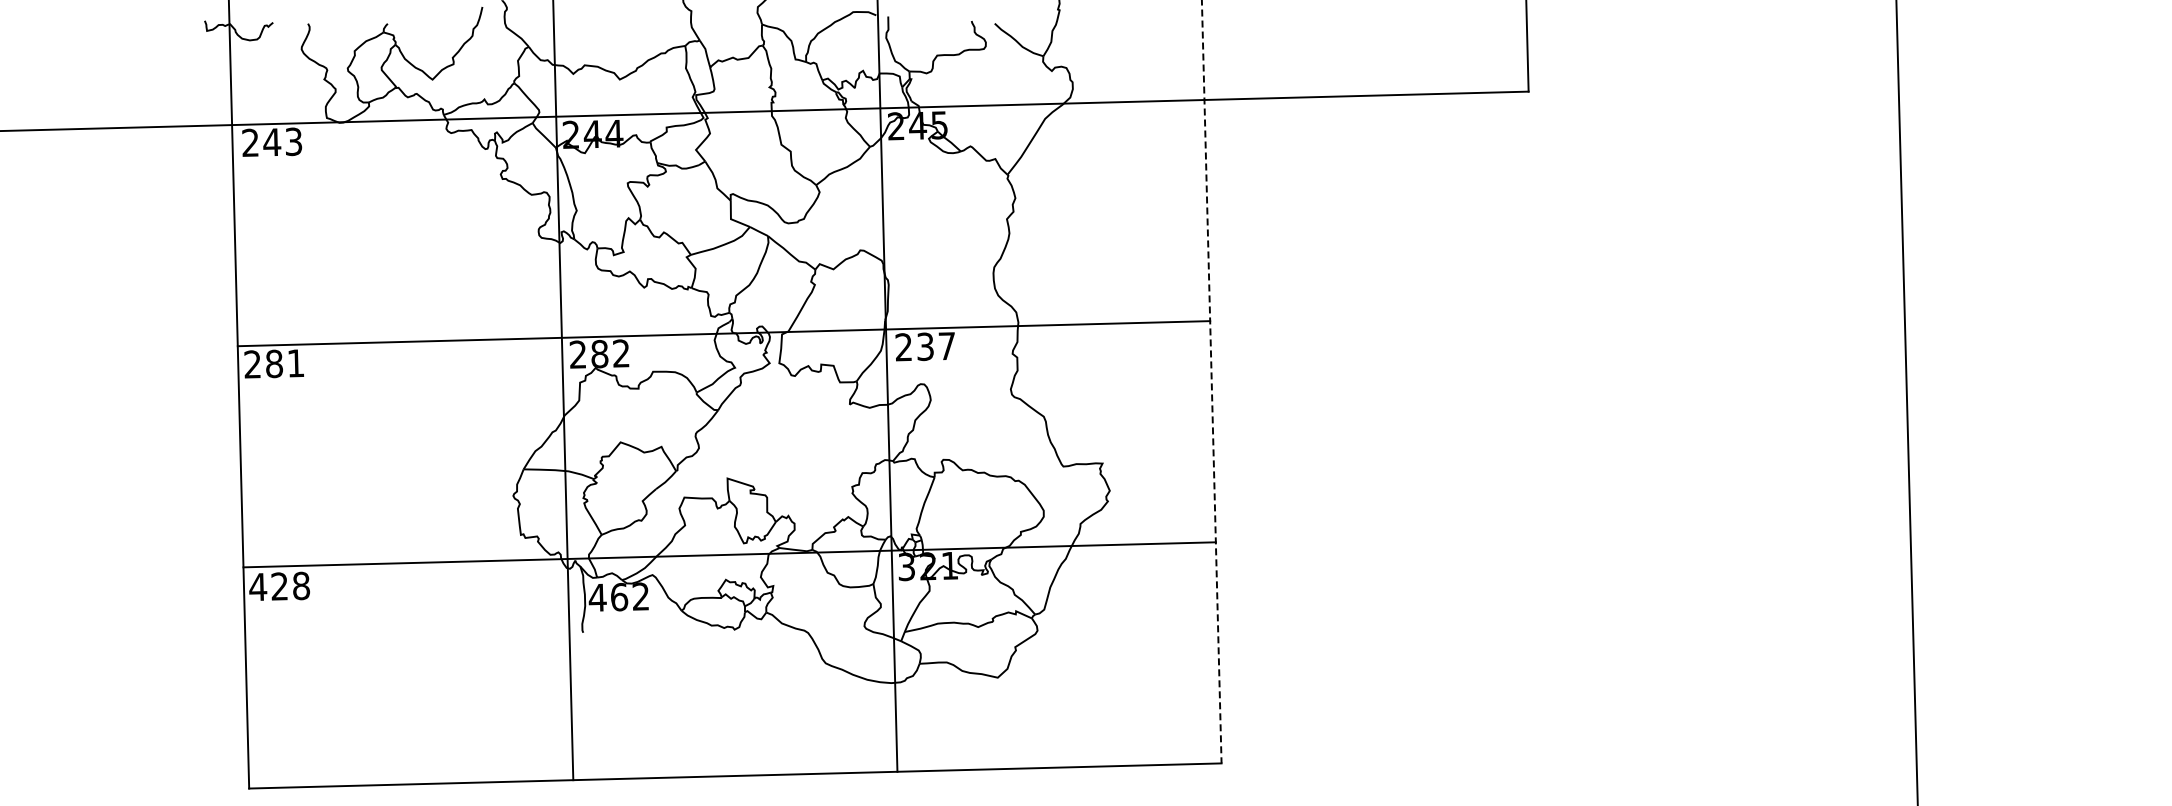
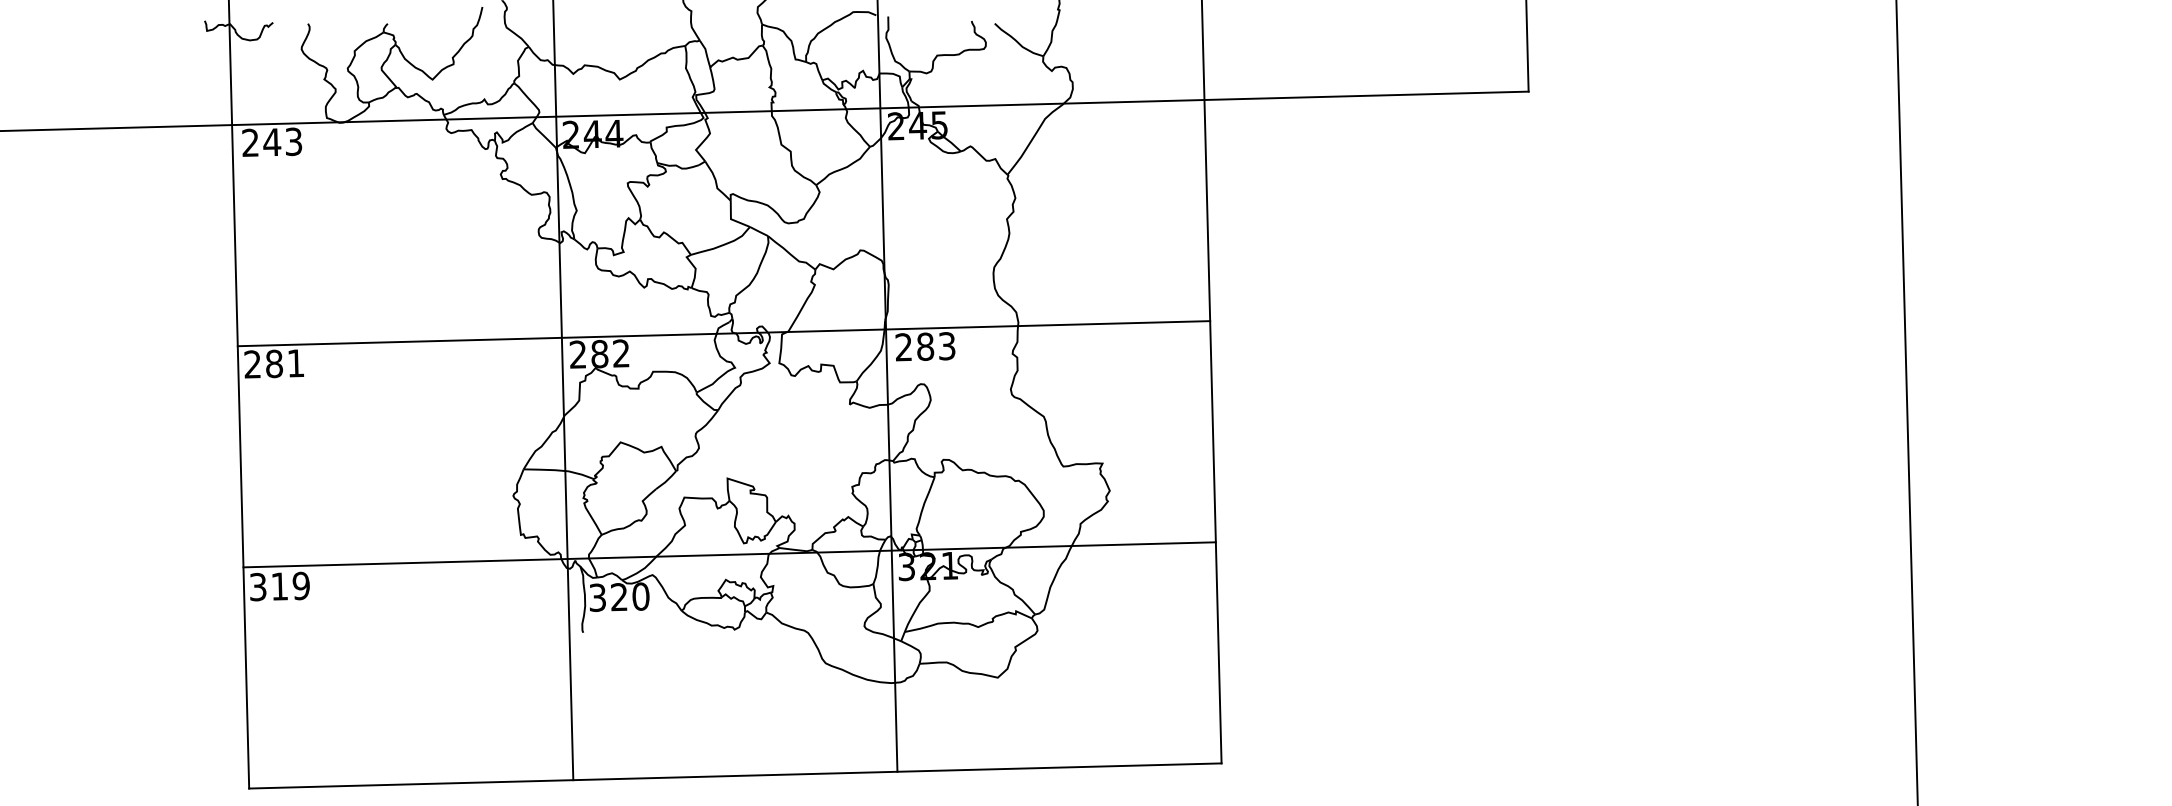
text at (936, 346): 237 -> 283
line at (1211, 381): dashed -> solid
text at (279, 586): 428 -> 319
text at (618, 597): 462 -> 320
